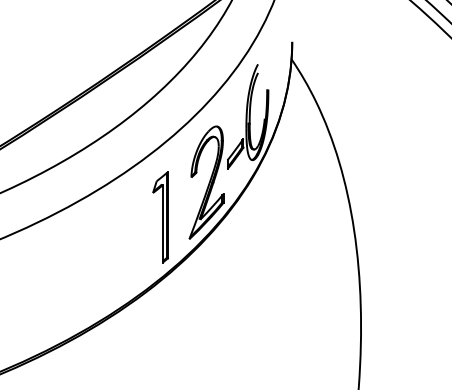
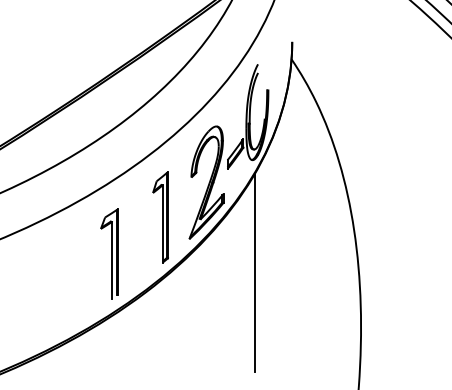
part at (109, 253): none -> present
line at (254, 273): none -> present
